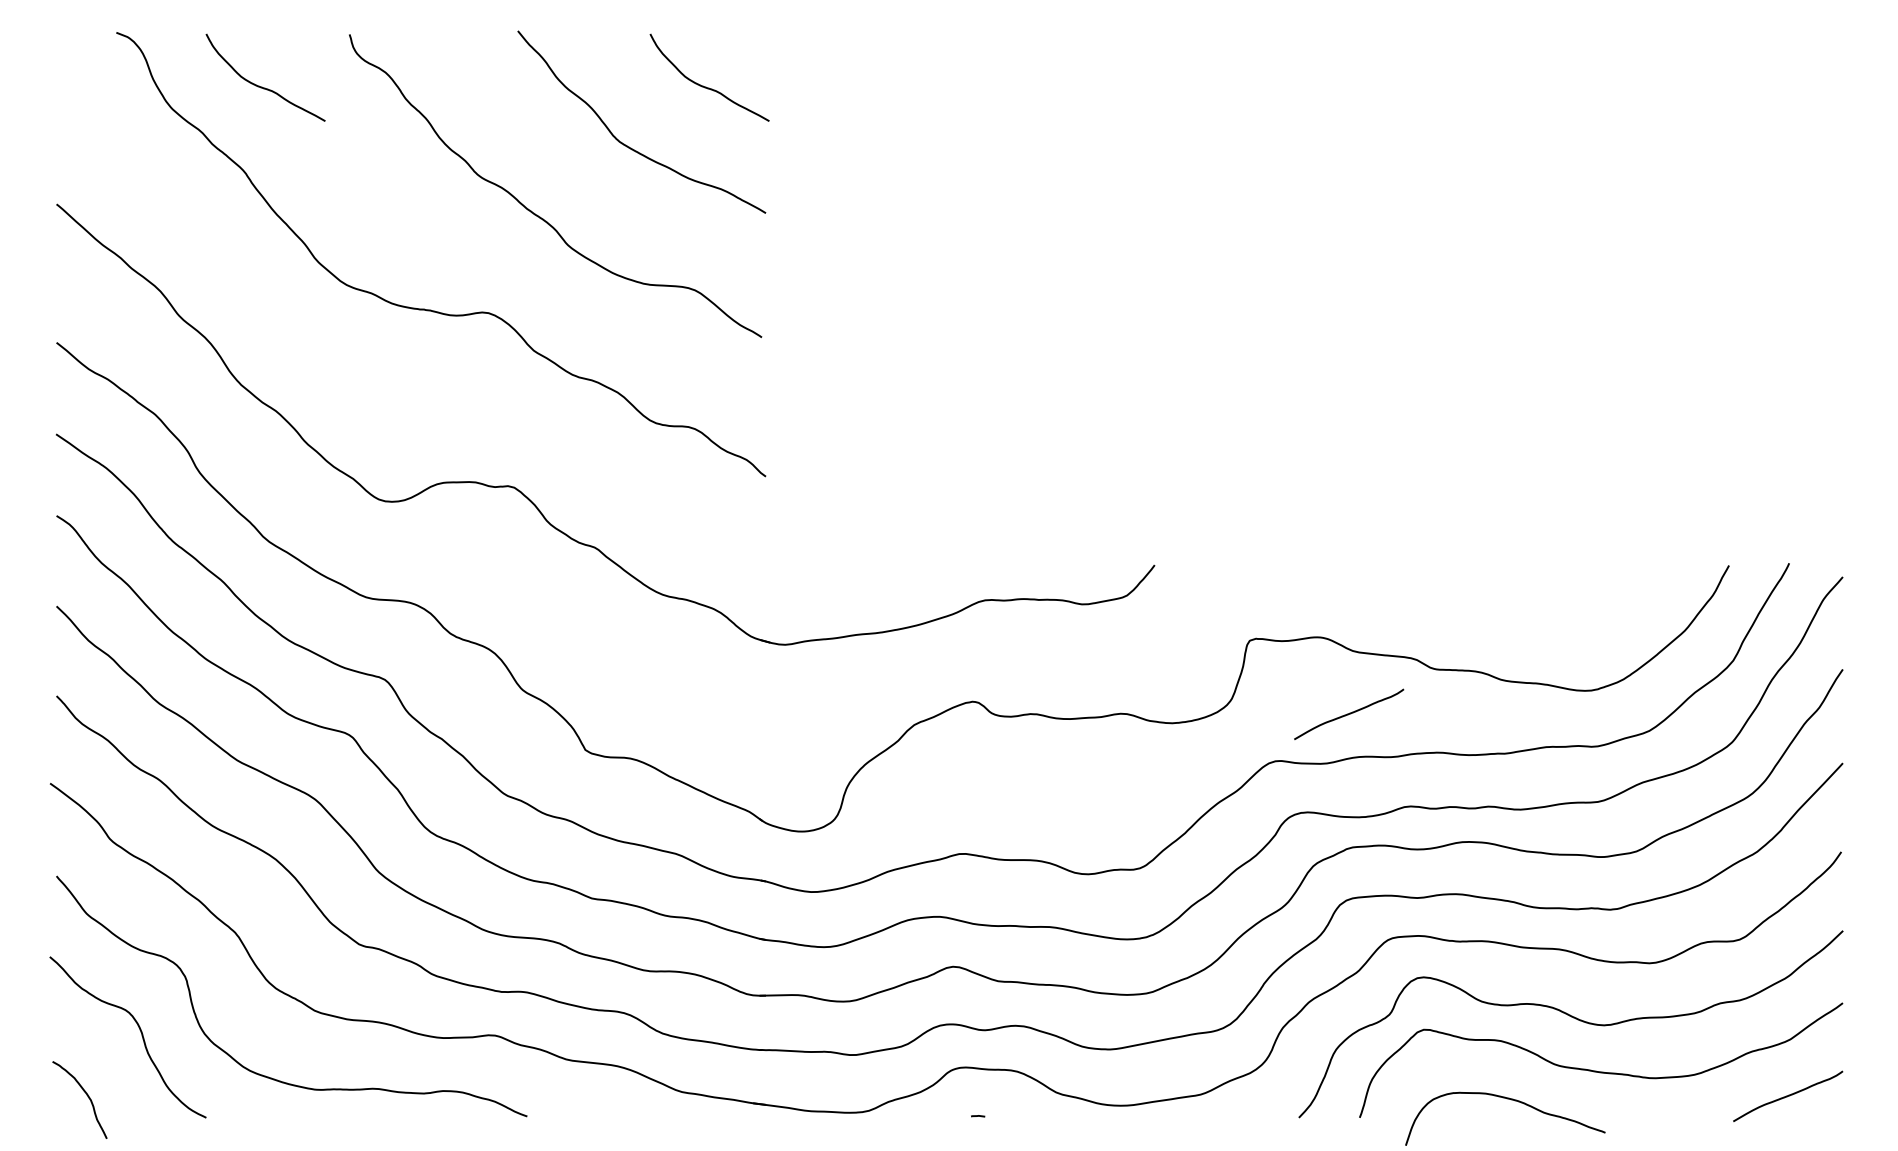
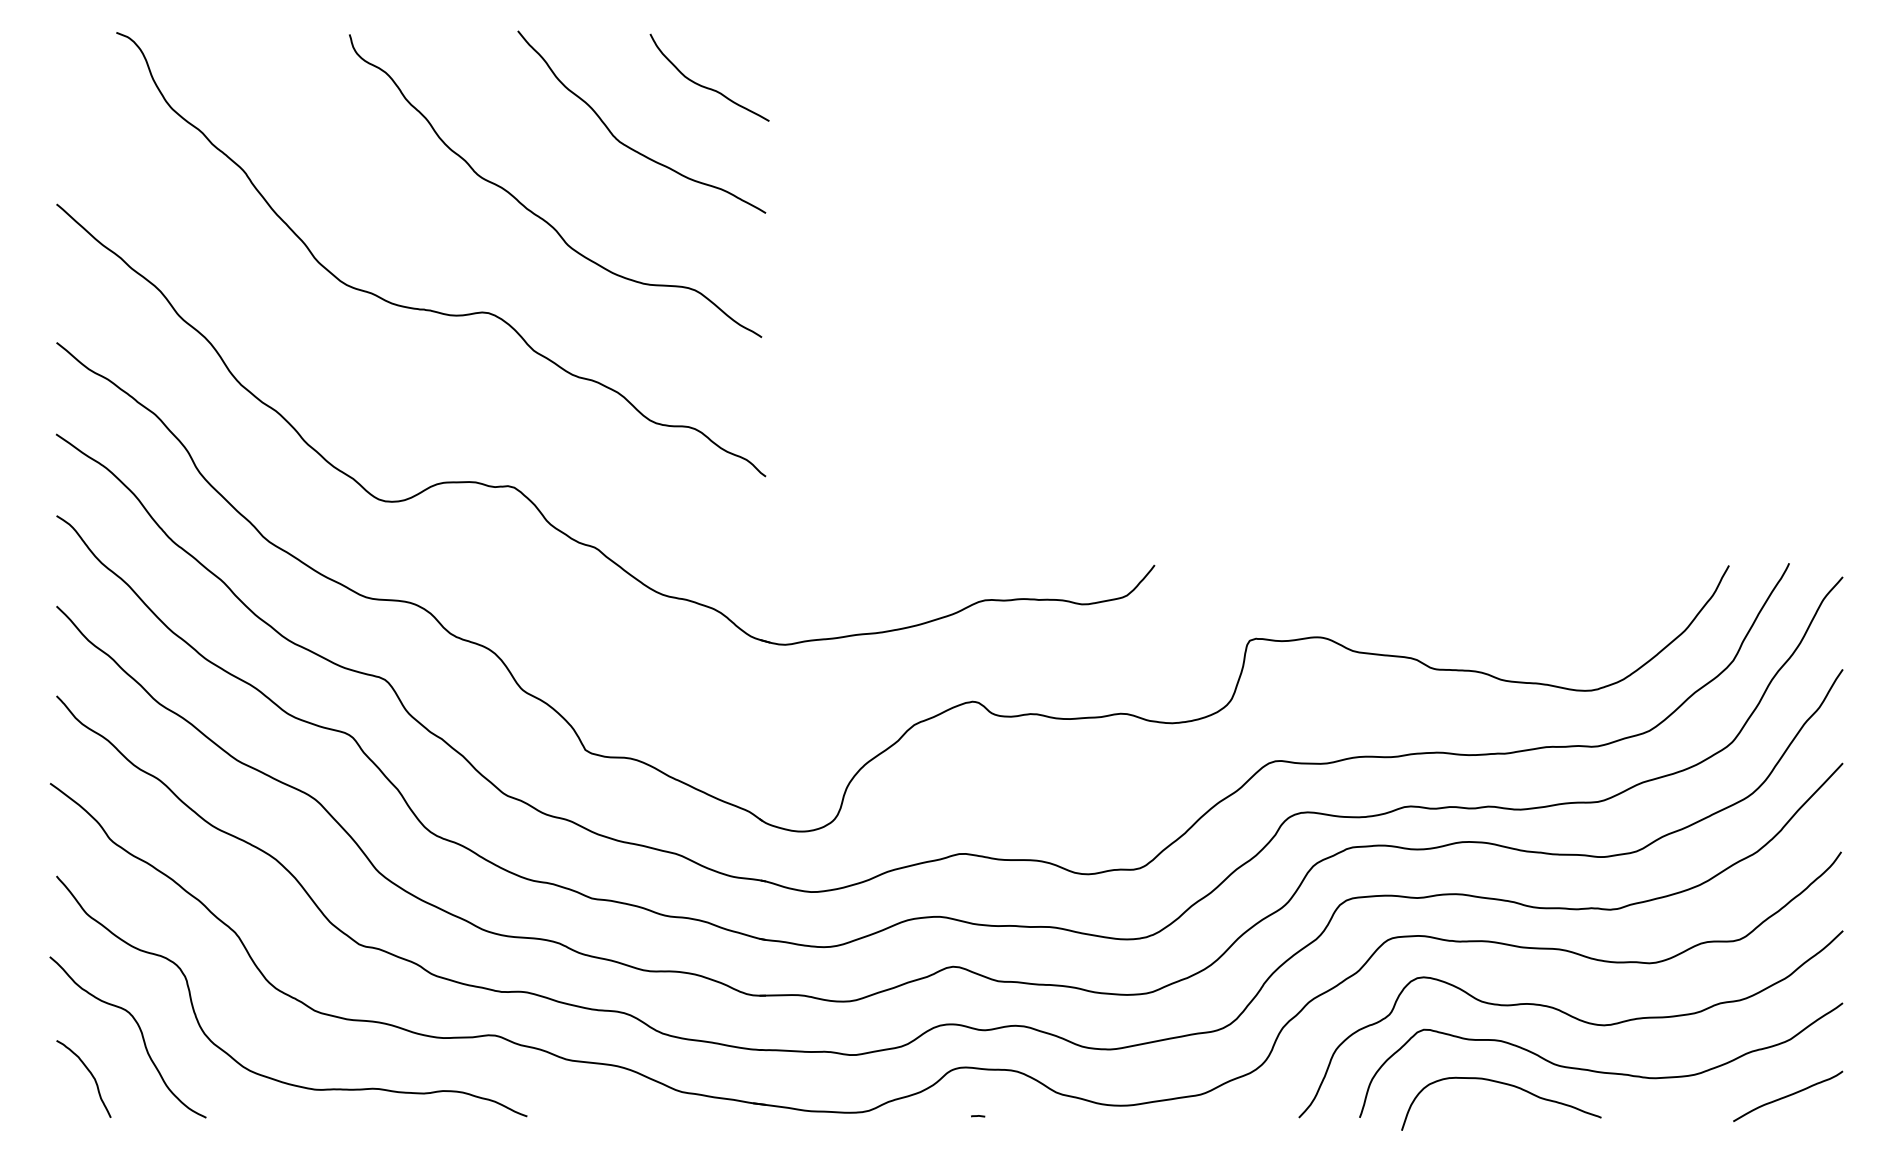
curve at (262, 86): present -> none
curve at (1349, 713): present -> none
curve at (86, 1095) position: (86, 1095) -> (90, 1074)
curve at (1511, 1100) position: (1511, 1100) -> (1507, 1085)
